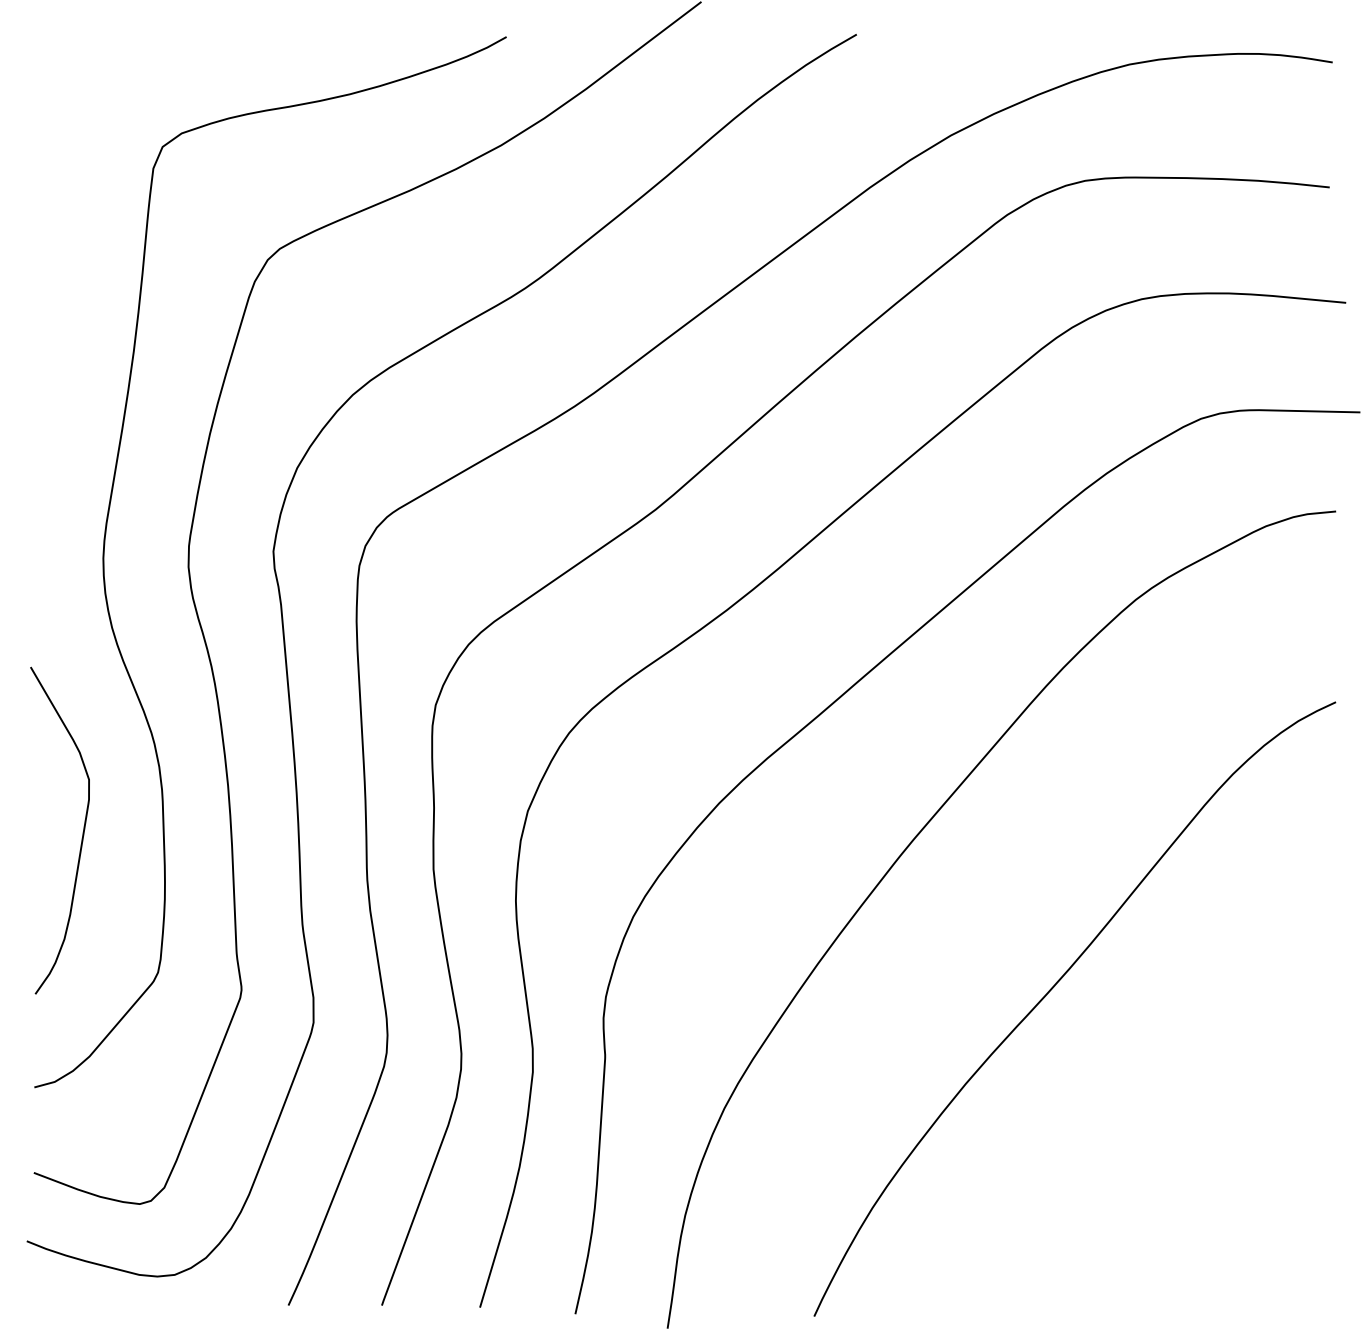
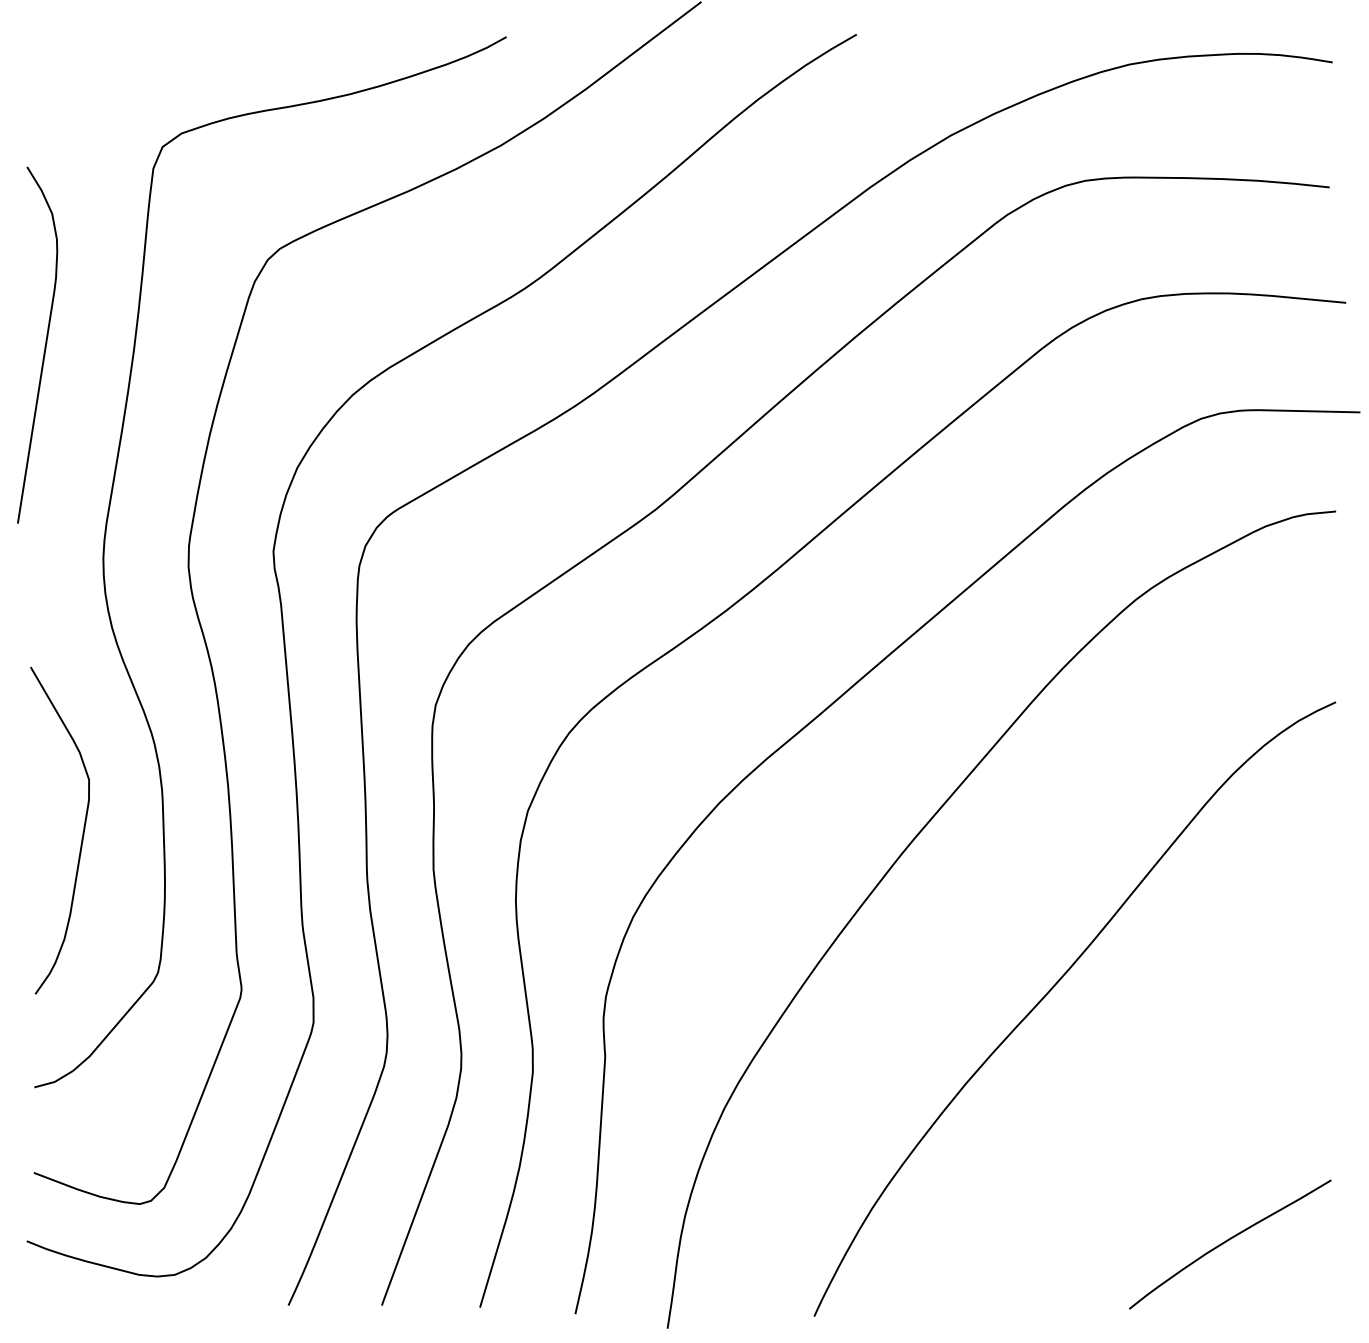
curve at (44, 346): none -> present
curve at (1228, 1241): none -> present
